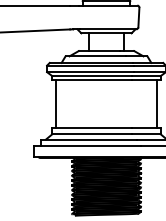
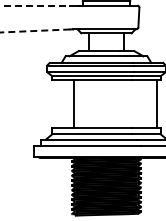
line at (35, 5): solid -> dashed
line at (35, 30): solid -> dashed
line at (55, 103) position: (55, 103) -> (73, 103)
